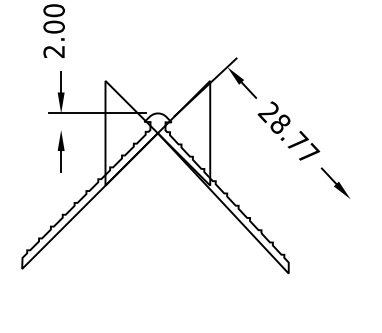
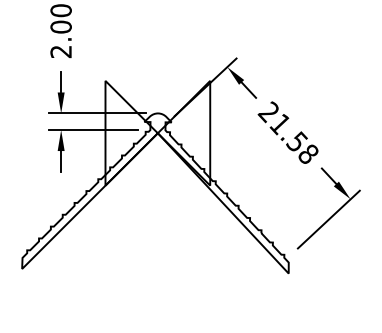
text at (53, 31) position: (53, 31) -> (60, 31)
line at (92, 130): none -> present
text at (294, 138): 28.77 -> 21.58
line at (328, 219): none -> present
